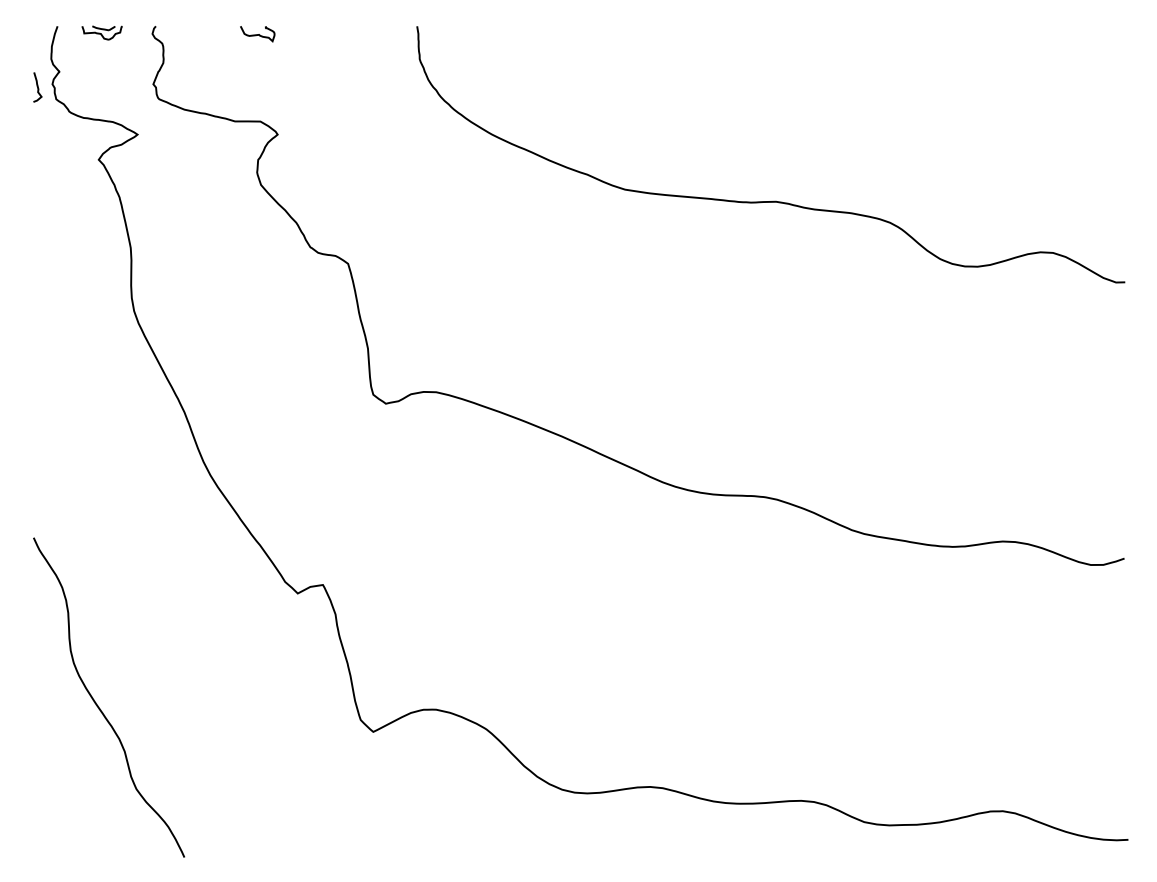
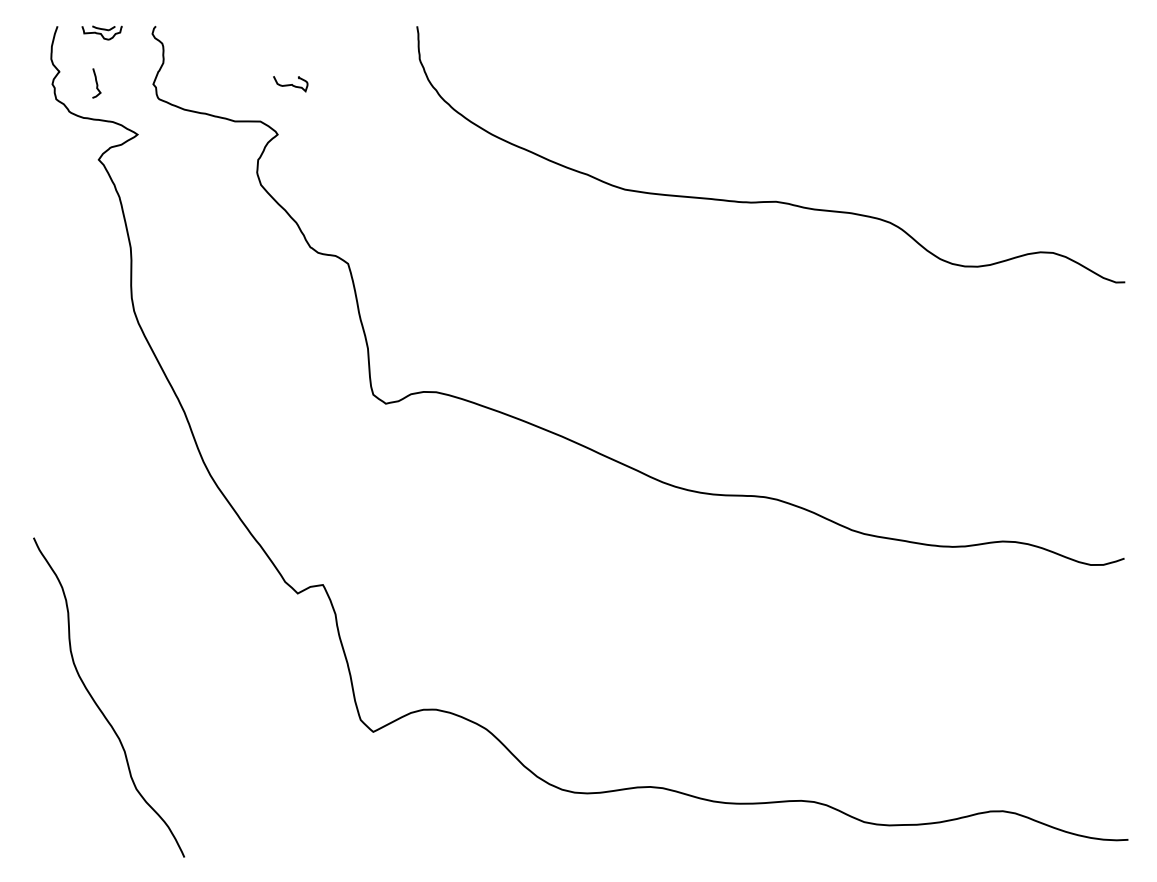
curve at (257, 34) position: (257, 34) -> (290, 84)
curve at (37, 87) position: (37, 87) -> (96, 83)
